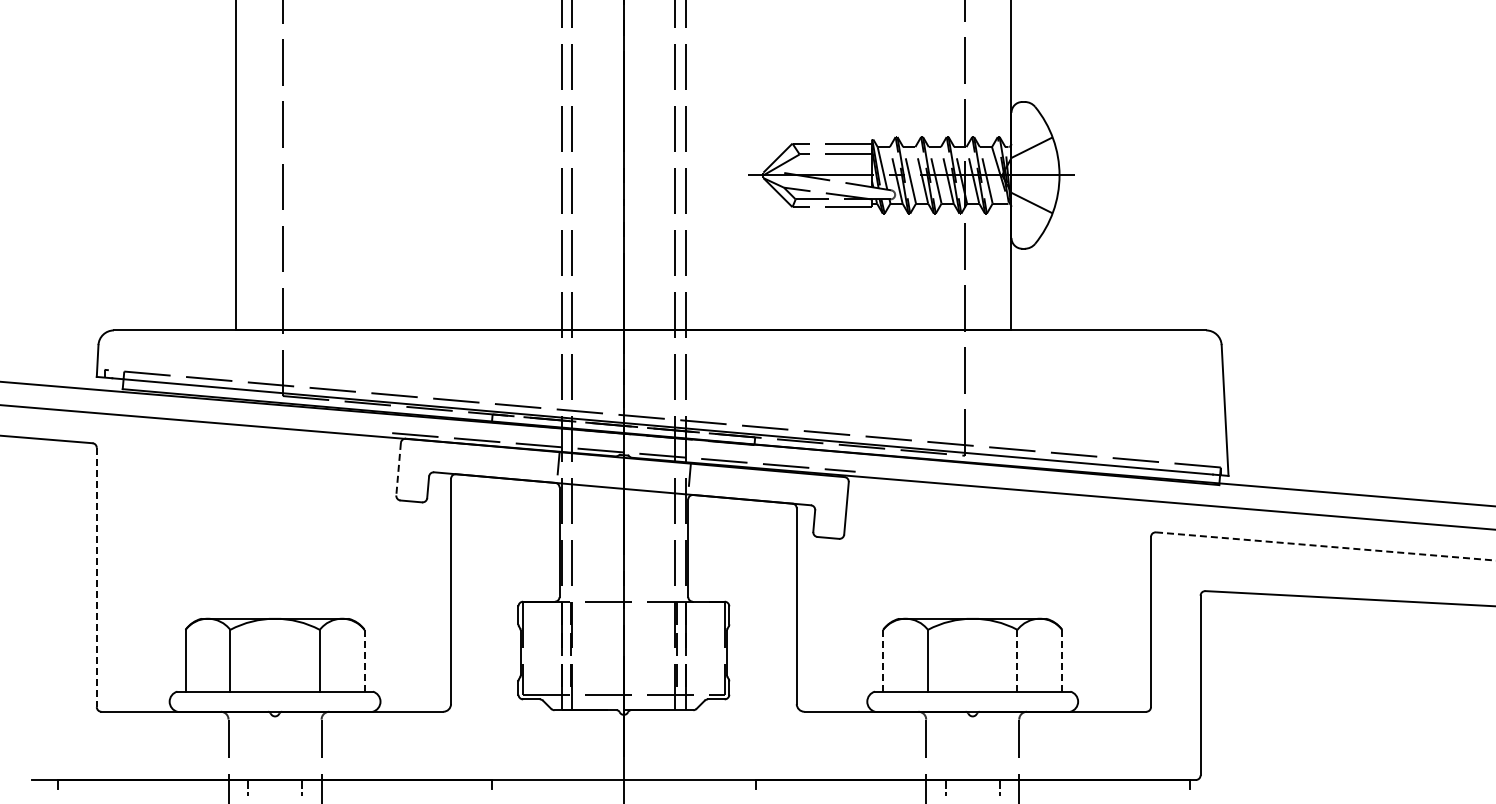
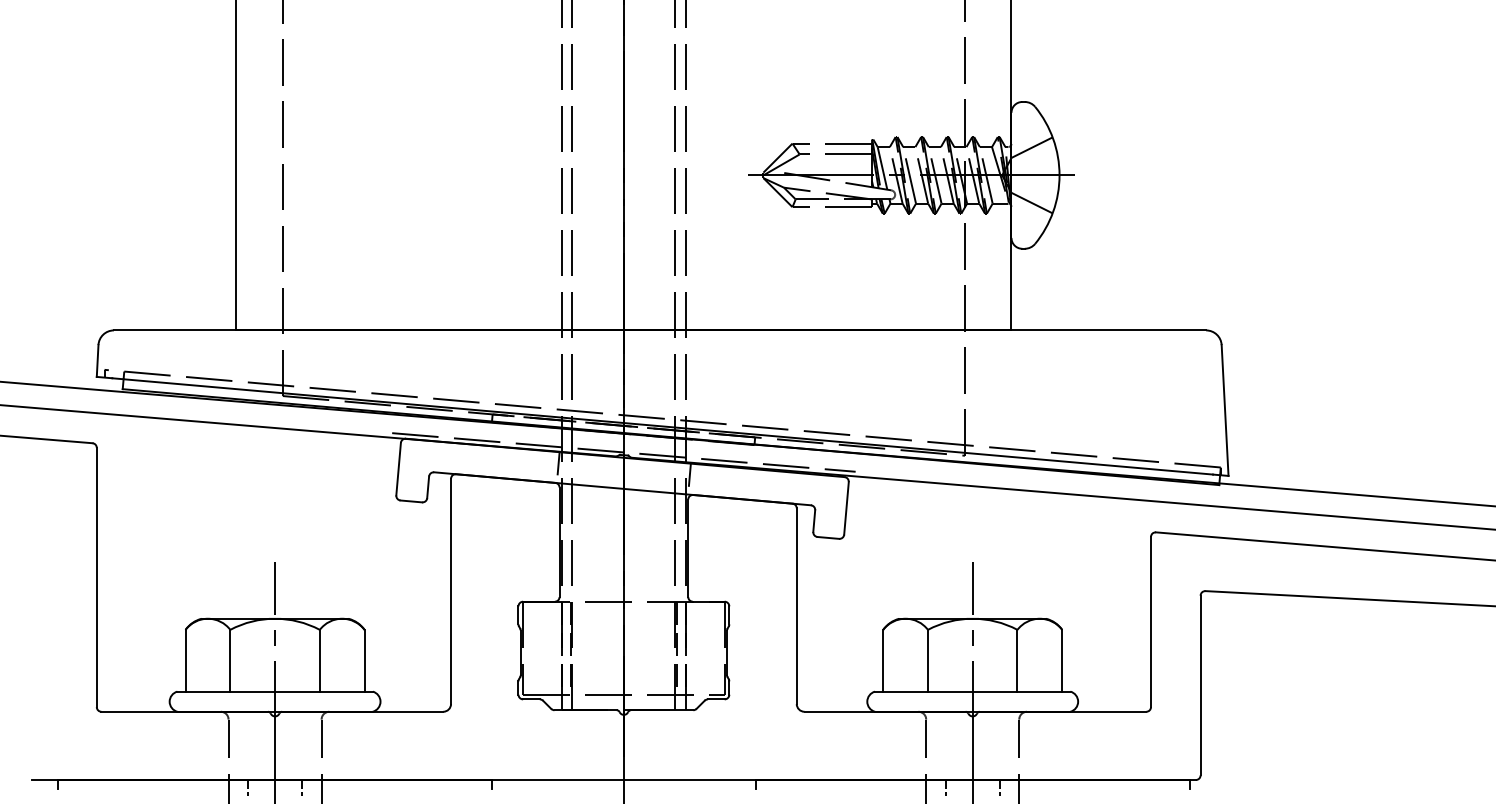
line at (398, 469): dashed -> solid
line at (1326, 546): dashed -> solid
line at (96, 577): dashed -> solid
line at (364, 660): dashed -> solid
line at (883, 660): dashed -> solid
line at (1017, 660): dashed -> solid
line at (1062, 660): dashed -> solid
line at (275, 681): none -> present
line at (972, 681): none -> present
